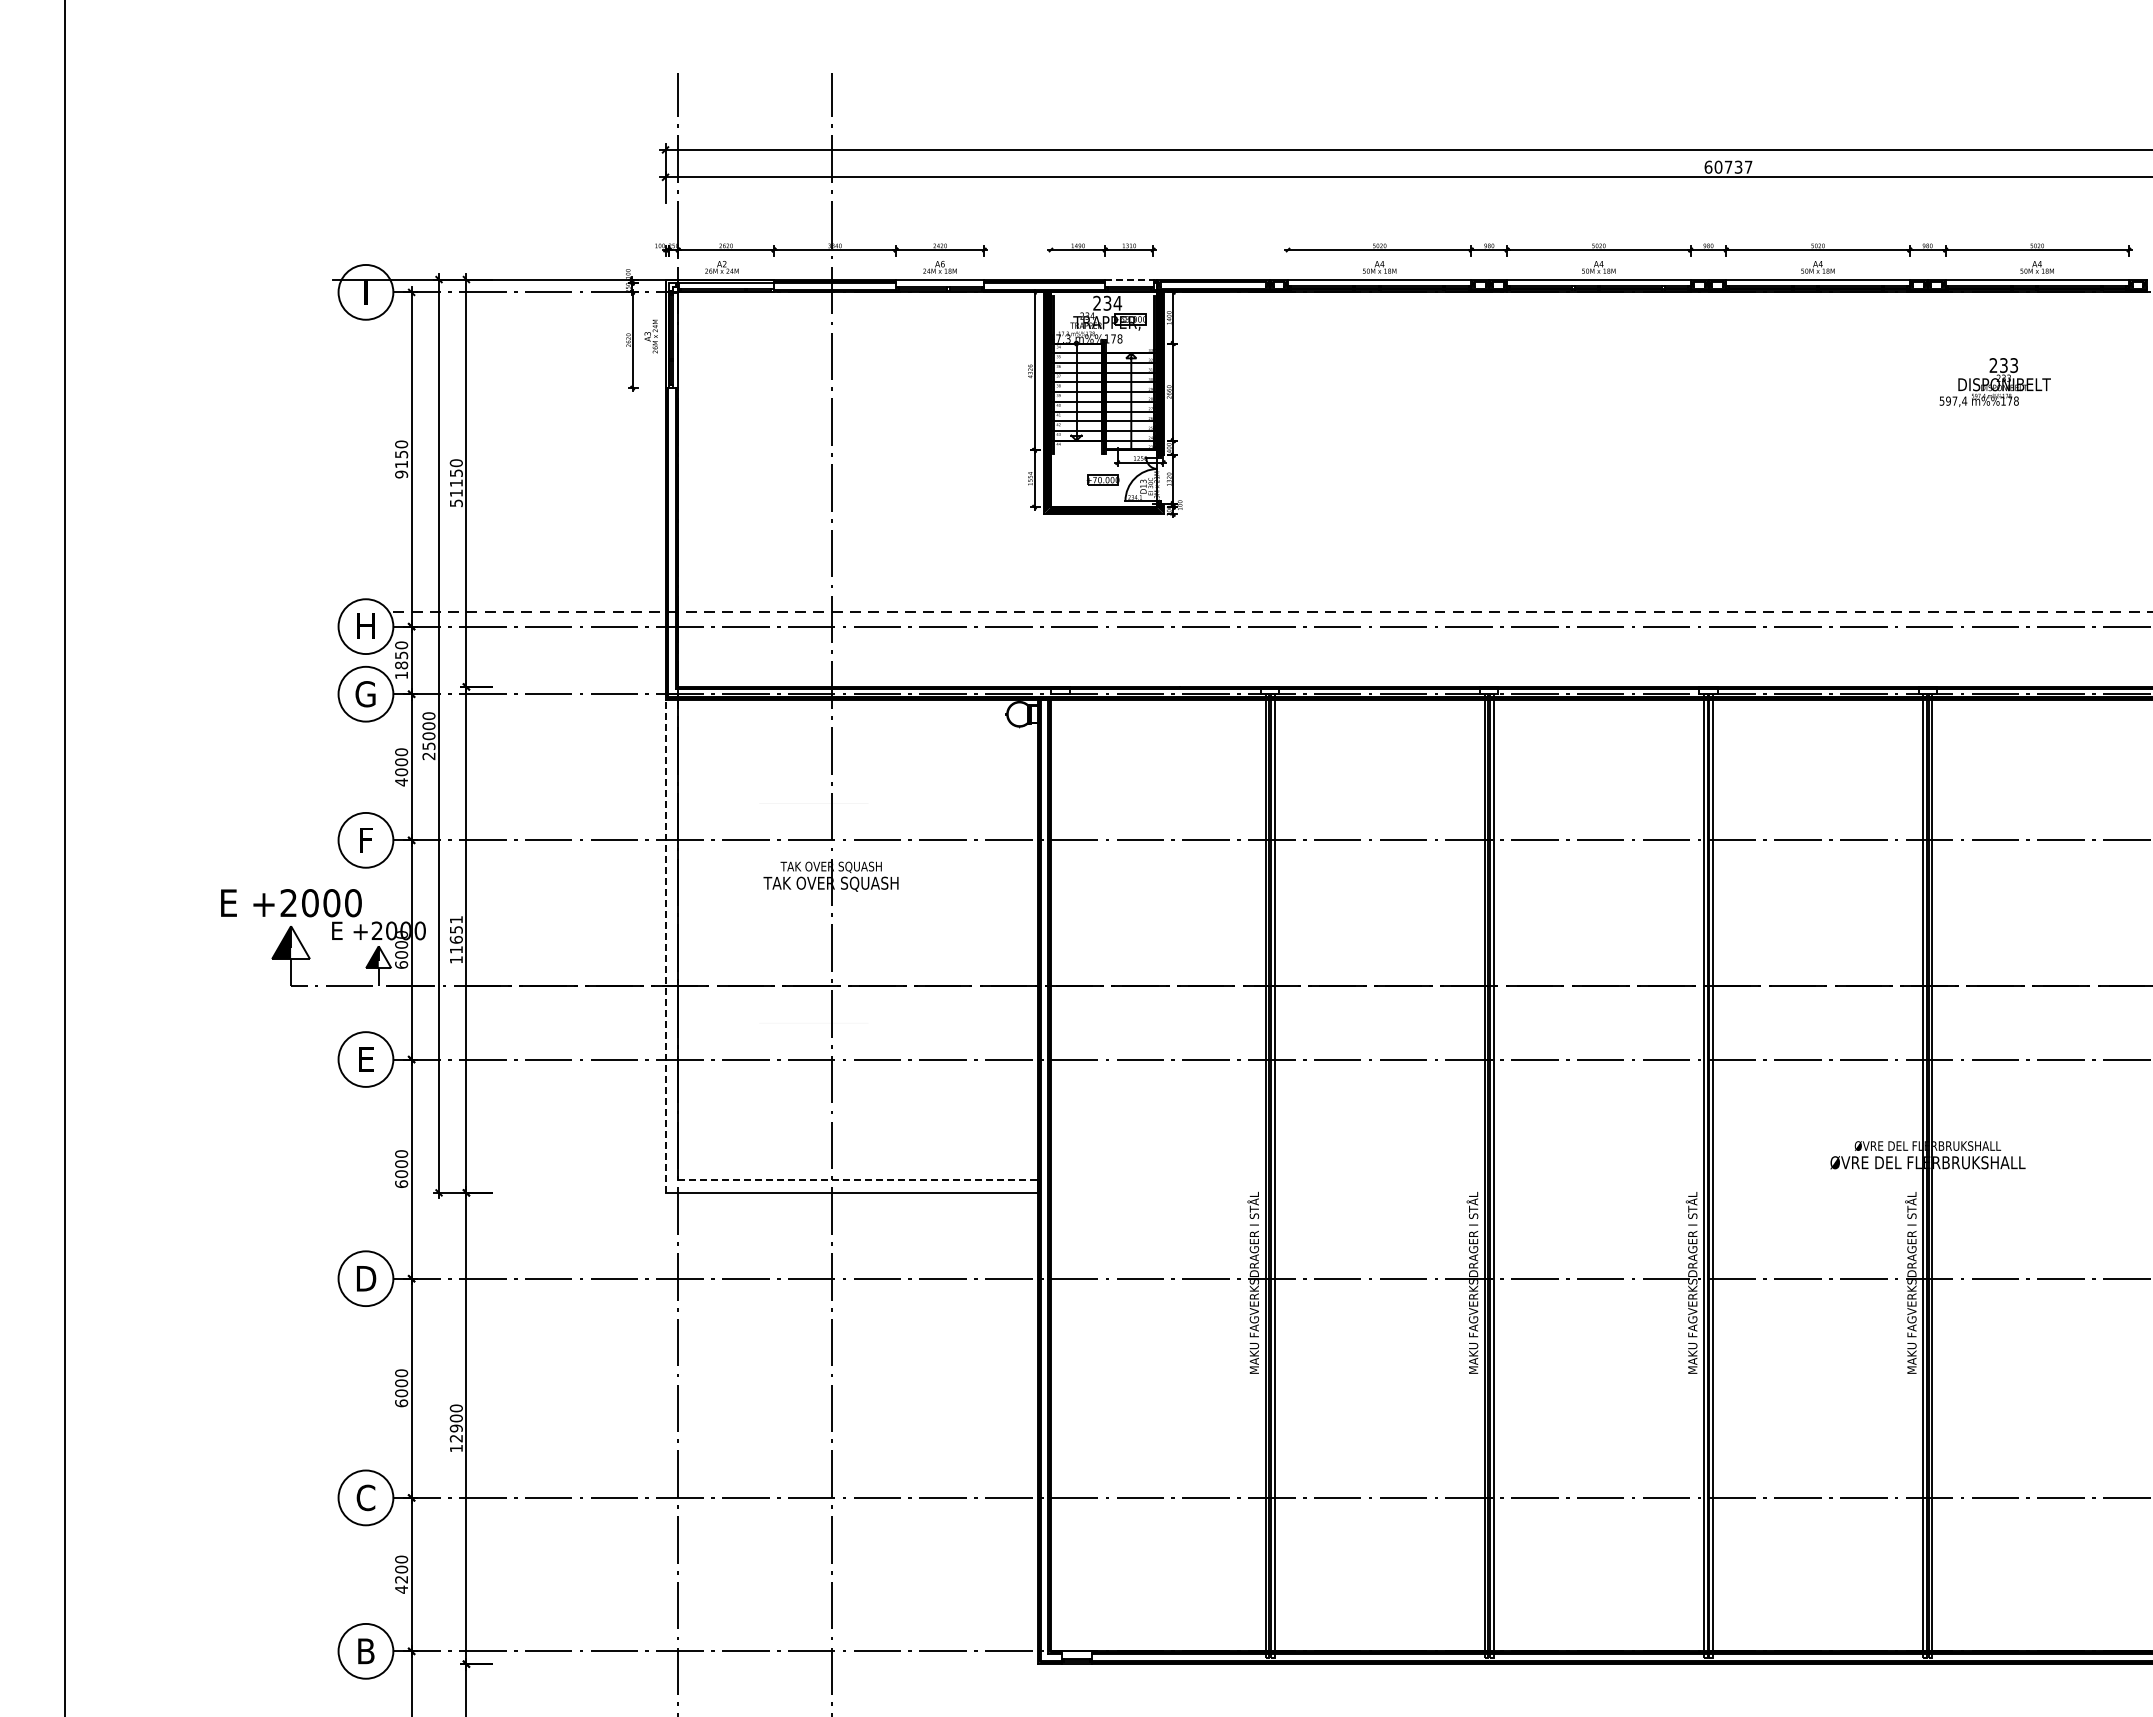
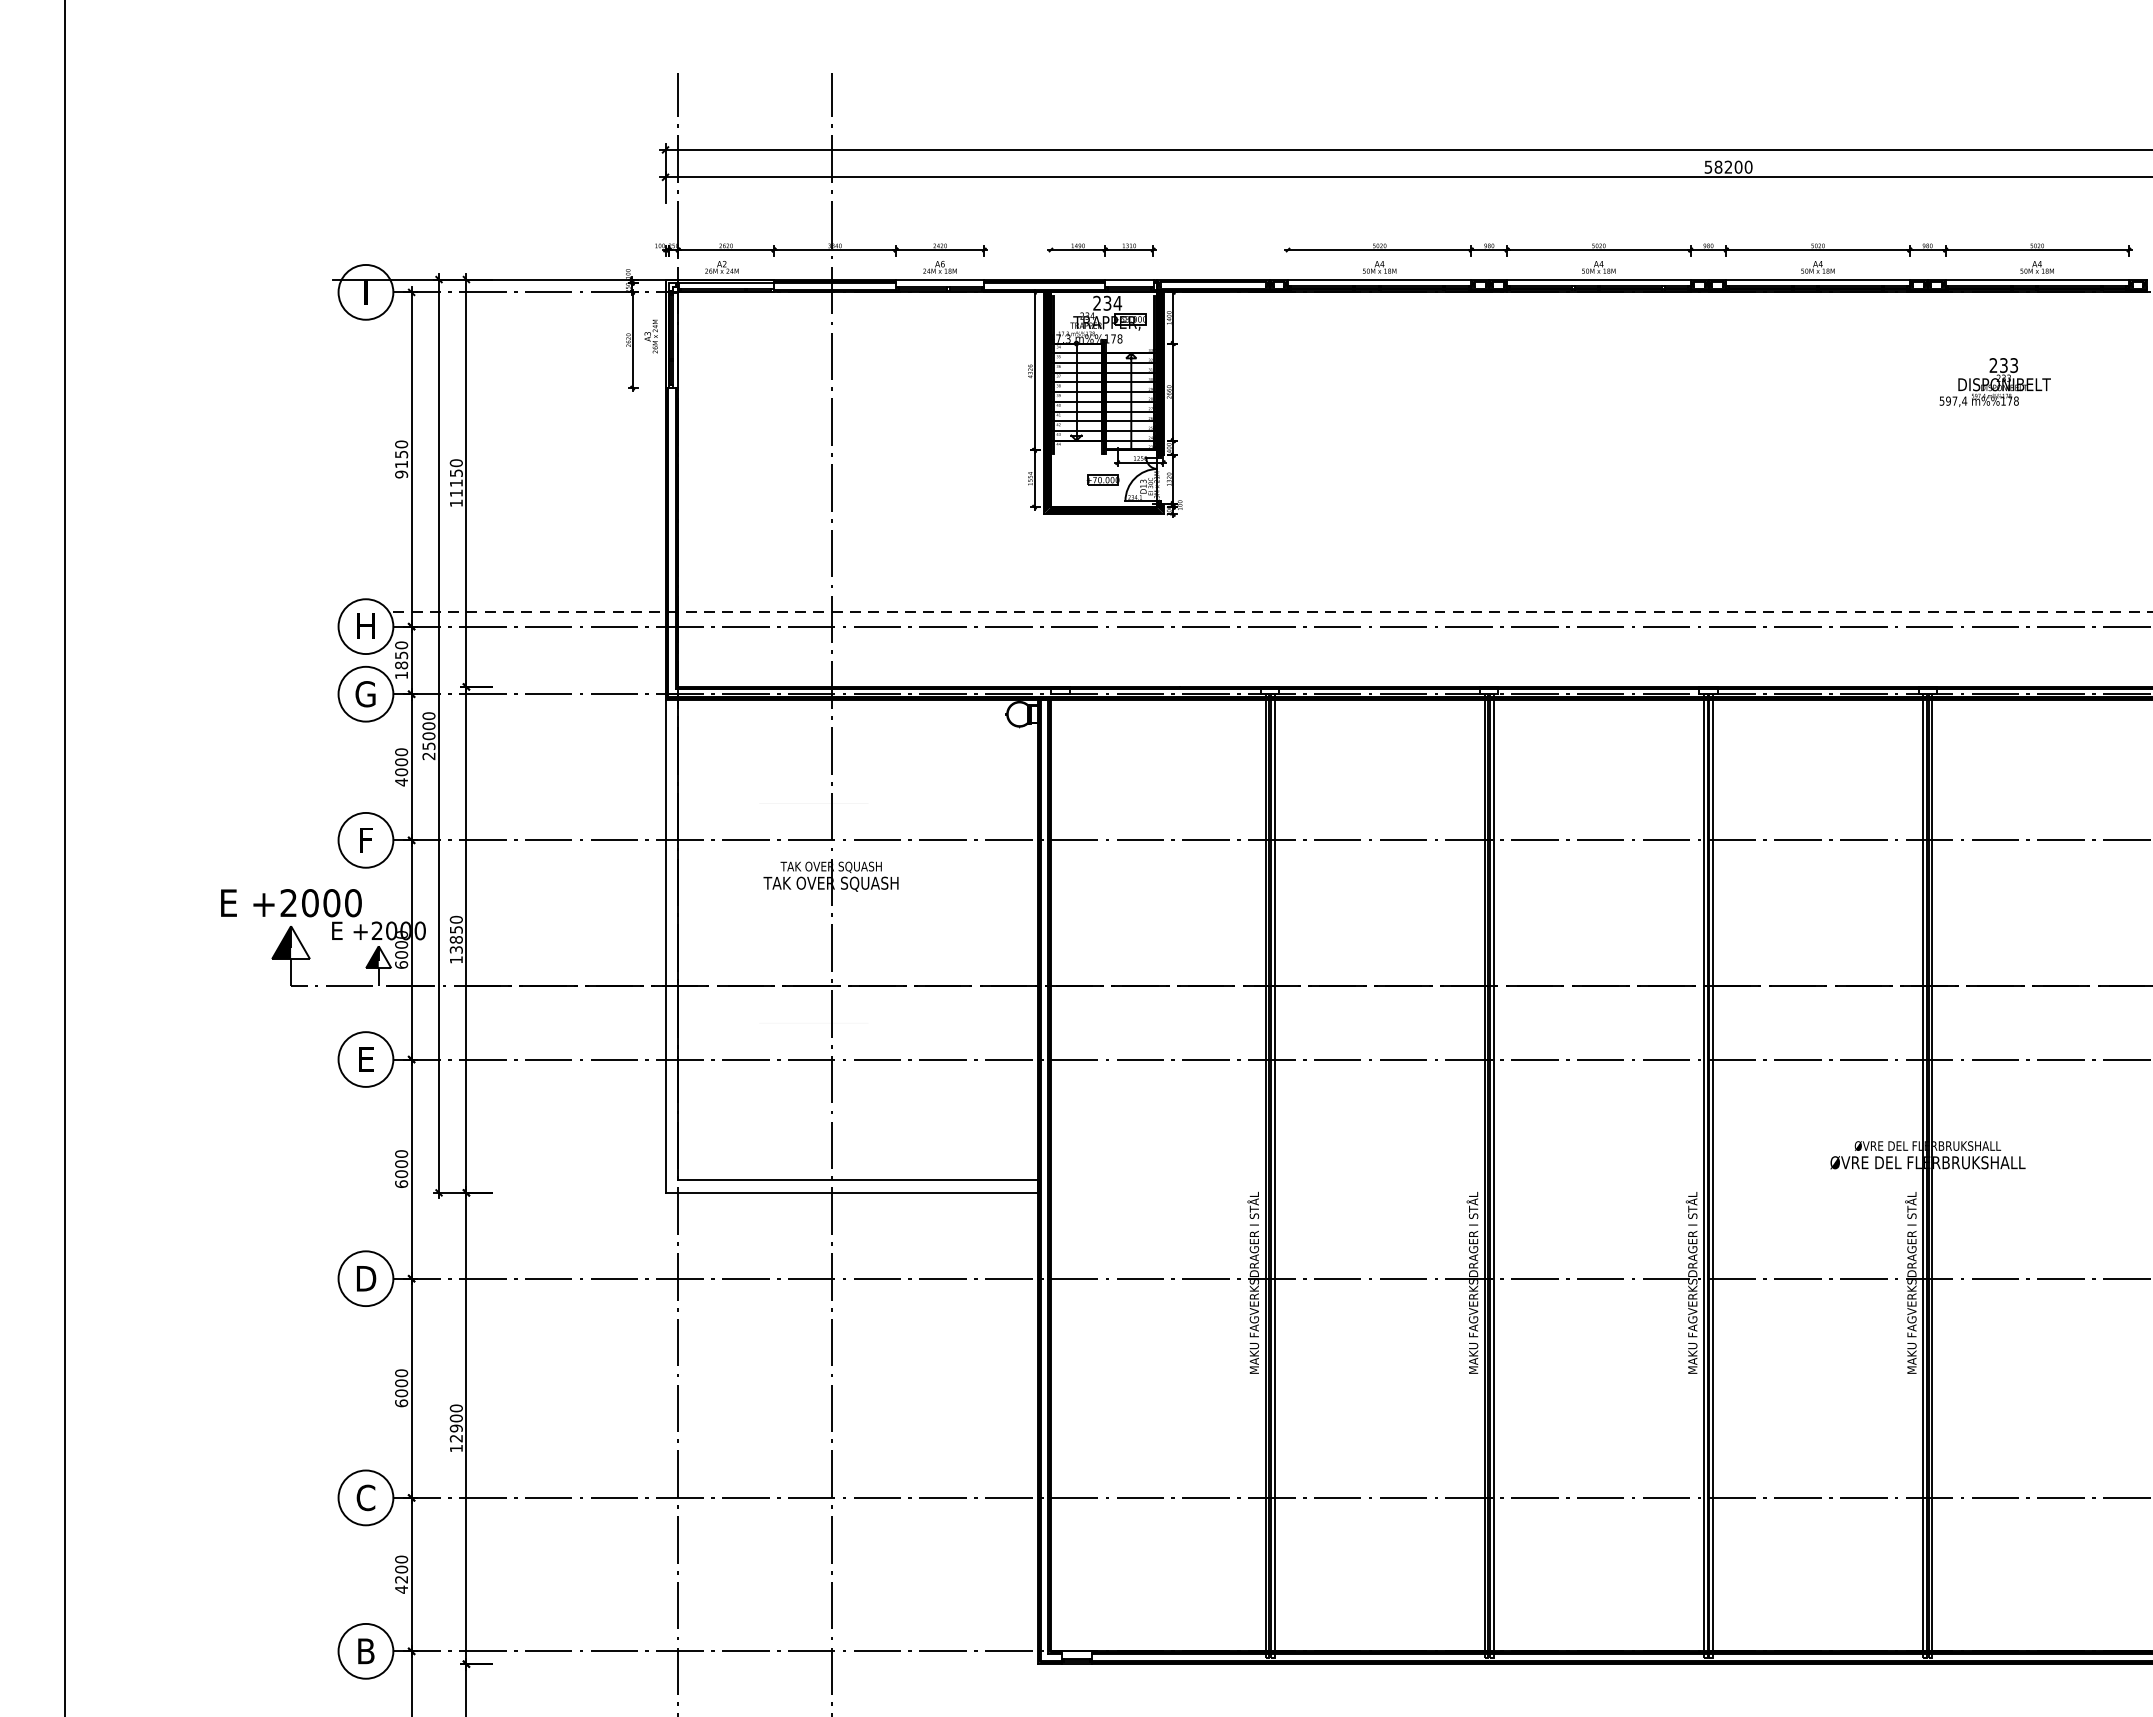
text at (1728, 166): 60737 -> 58200
line at (1129, 279): dashed -> solid
text at (456, 503): 51150 -> 11150
text at (455, 934): 11651 -> 13850
line at (665, 943): dashed -> solid
line at (858, 1180): dashed -> solid
